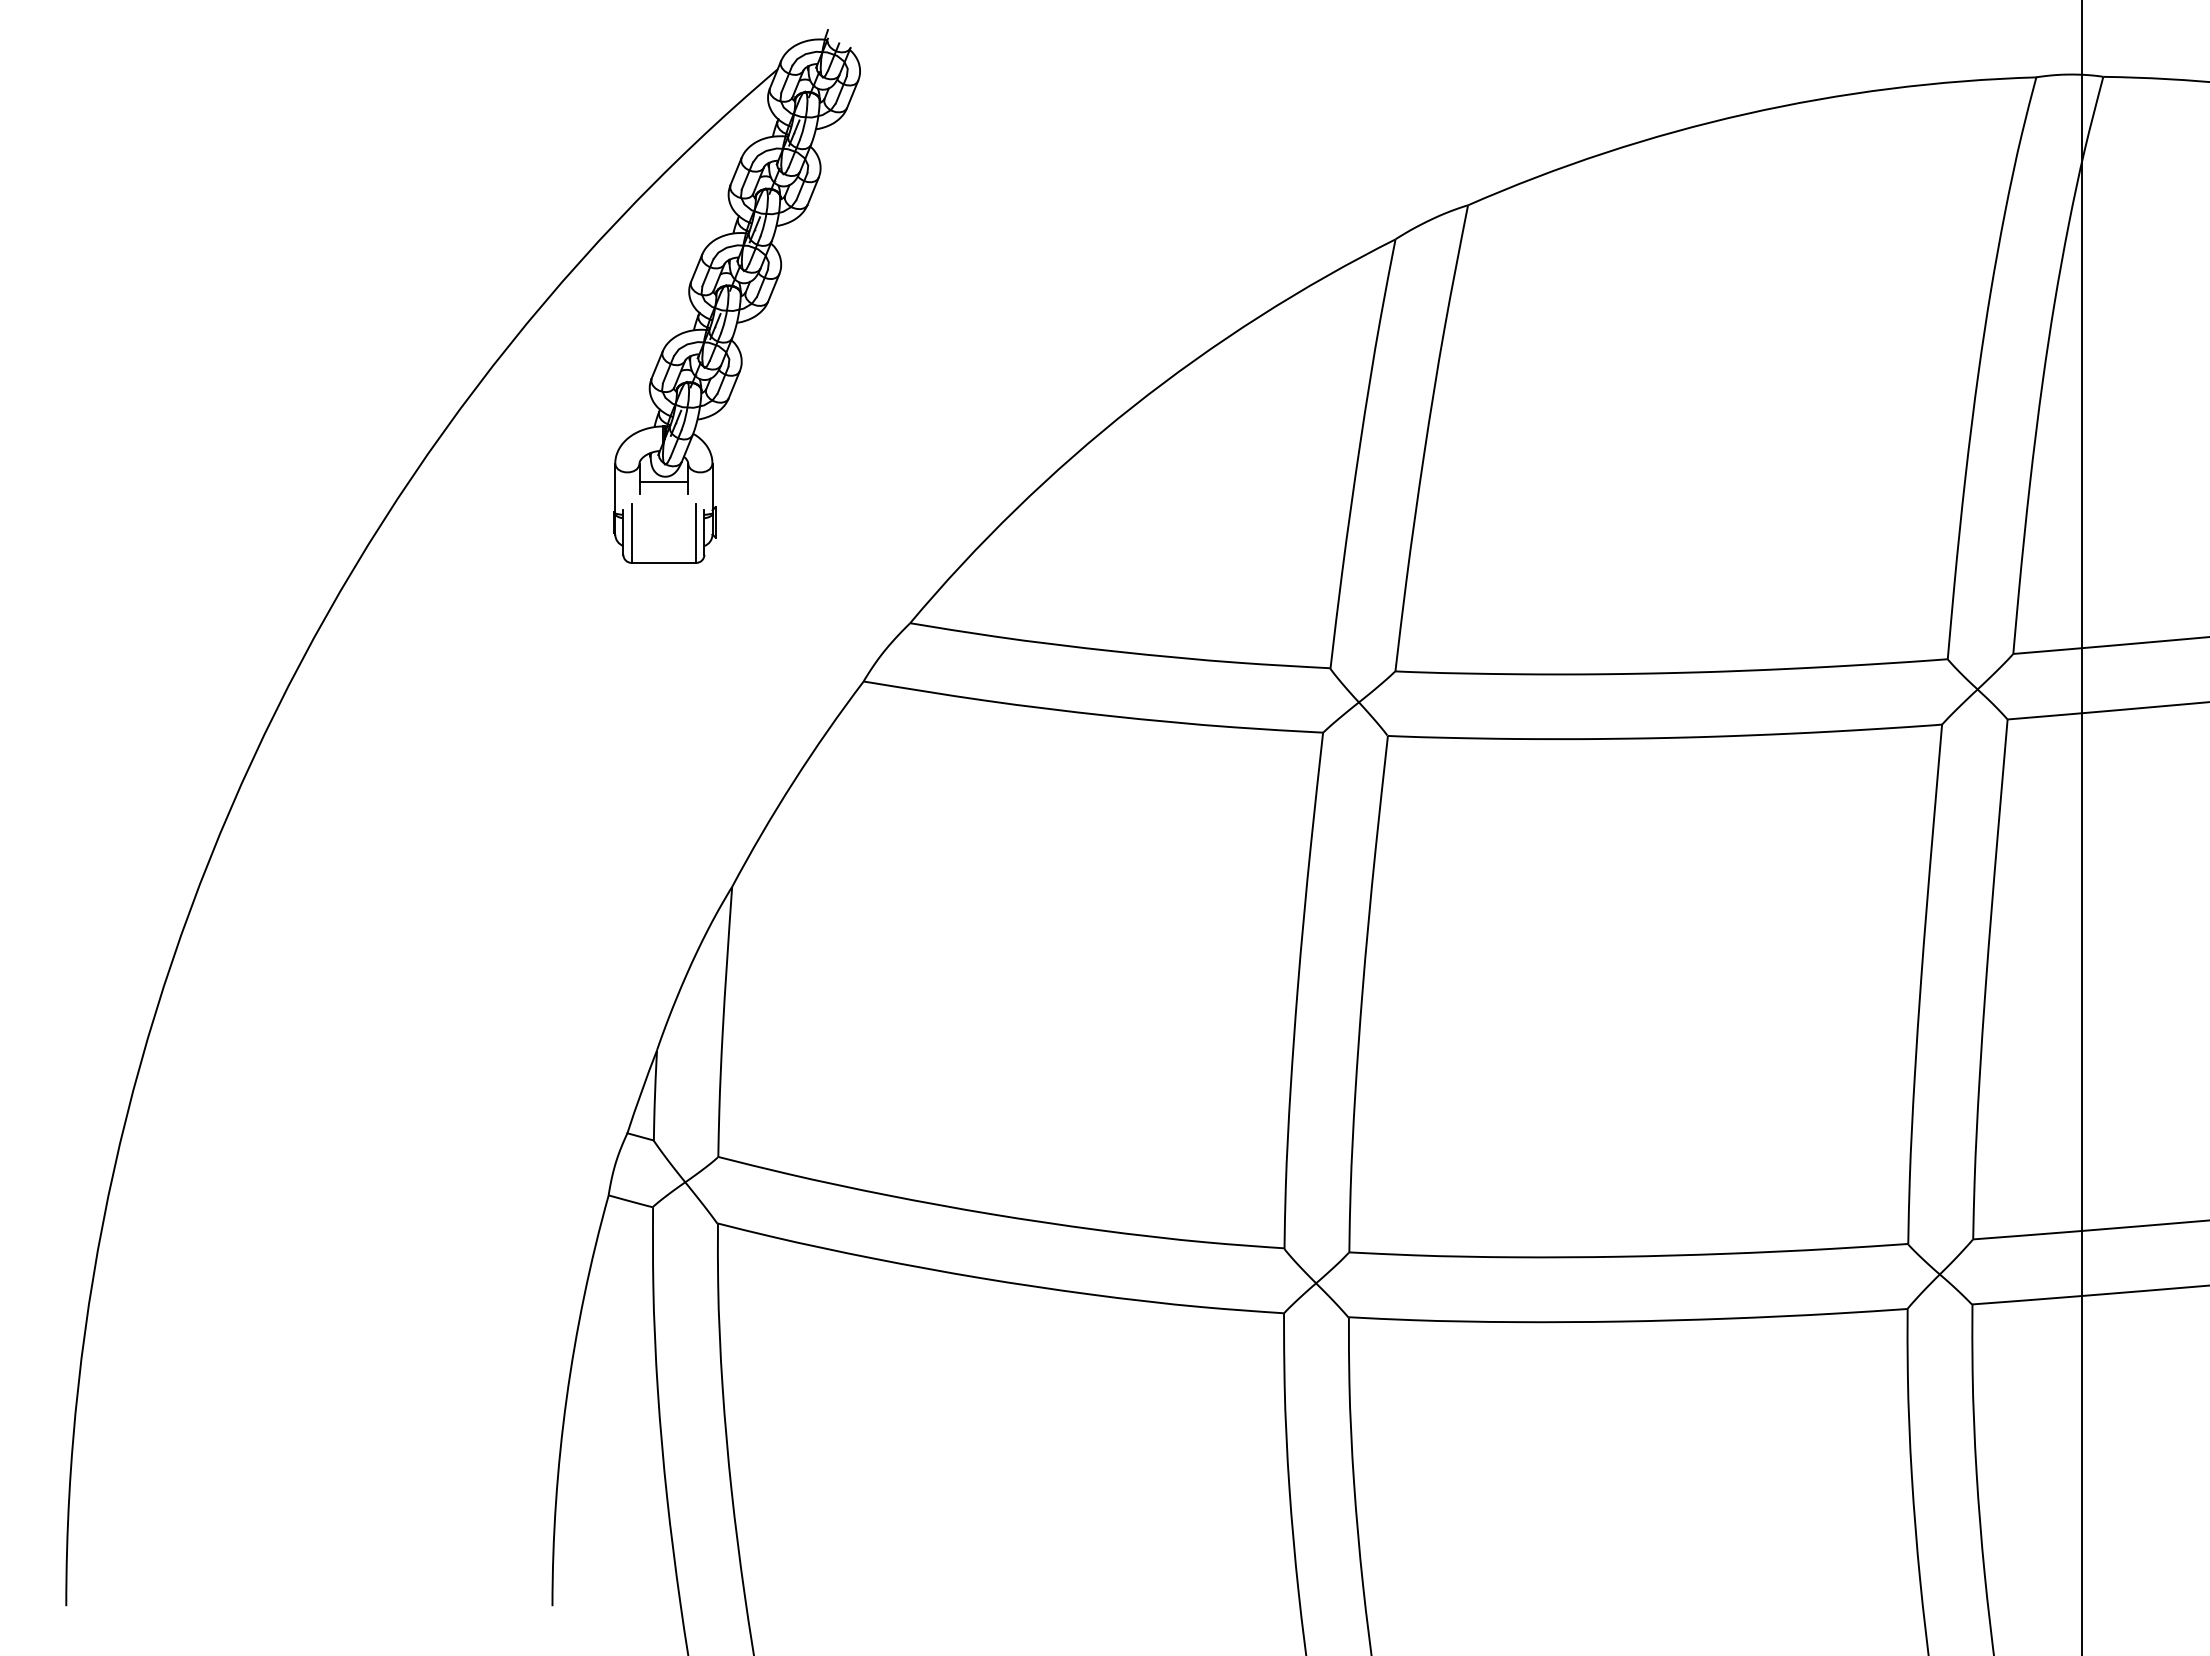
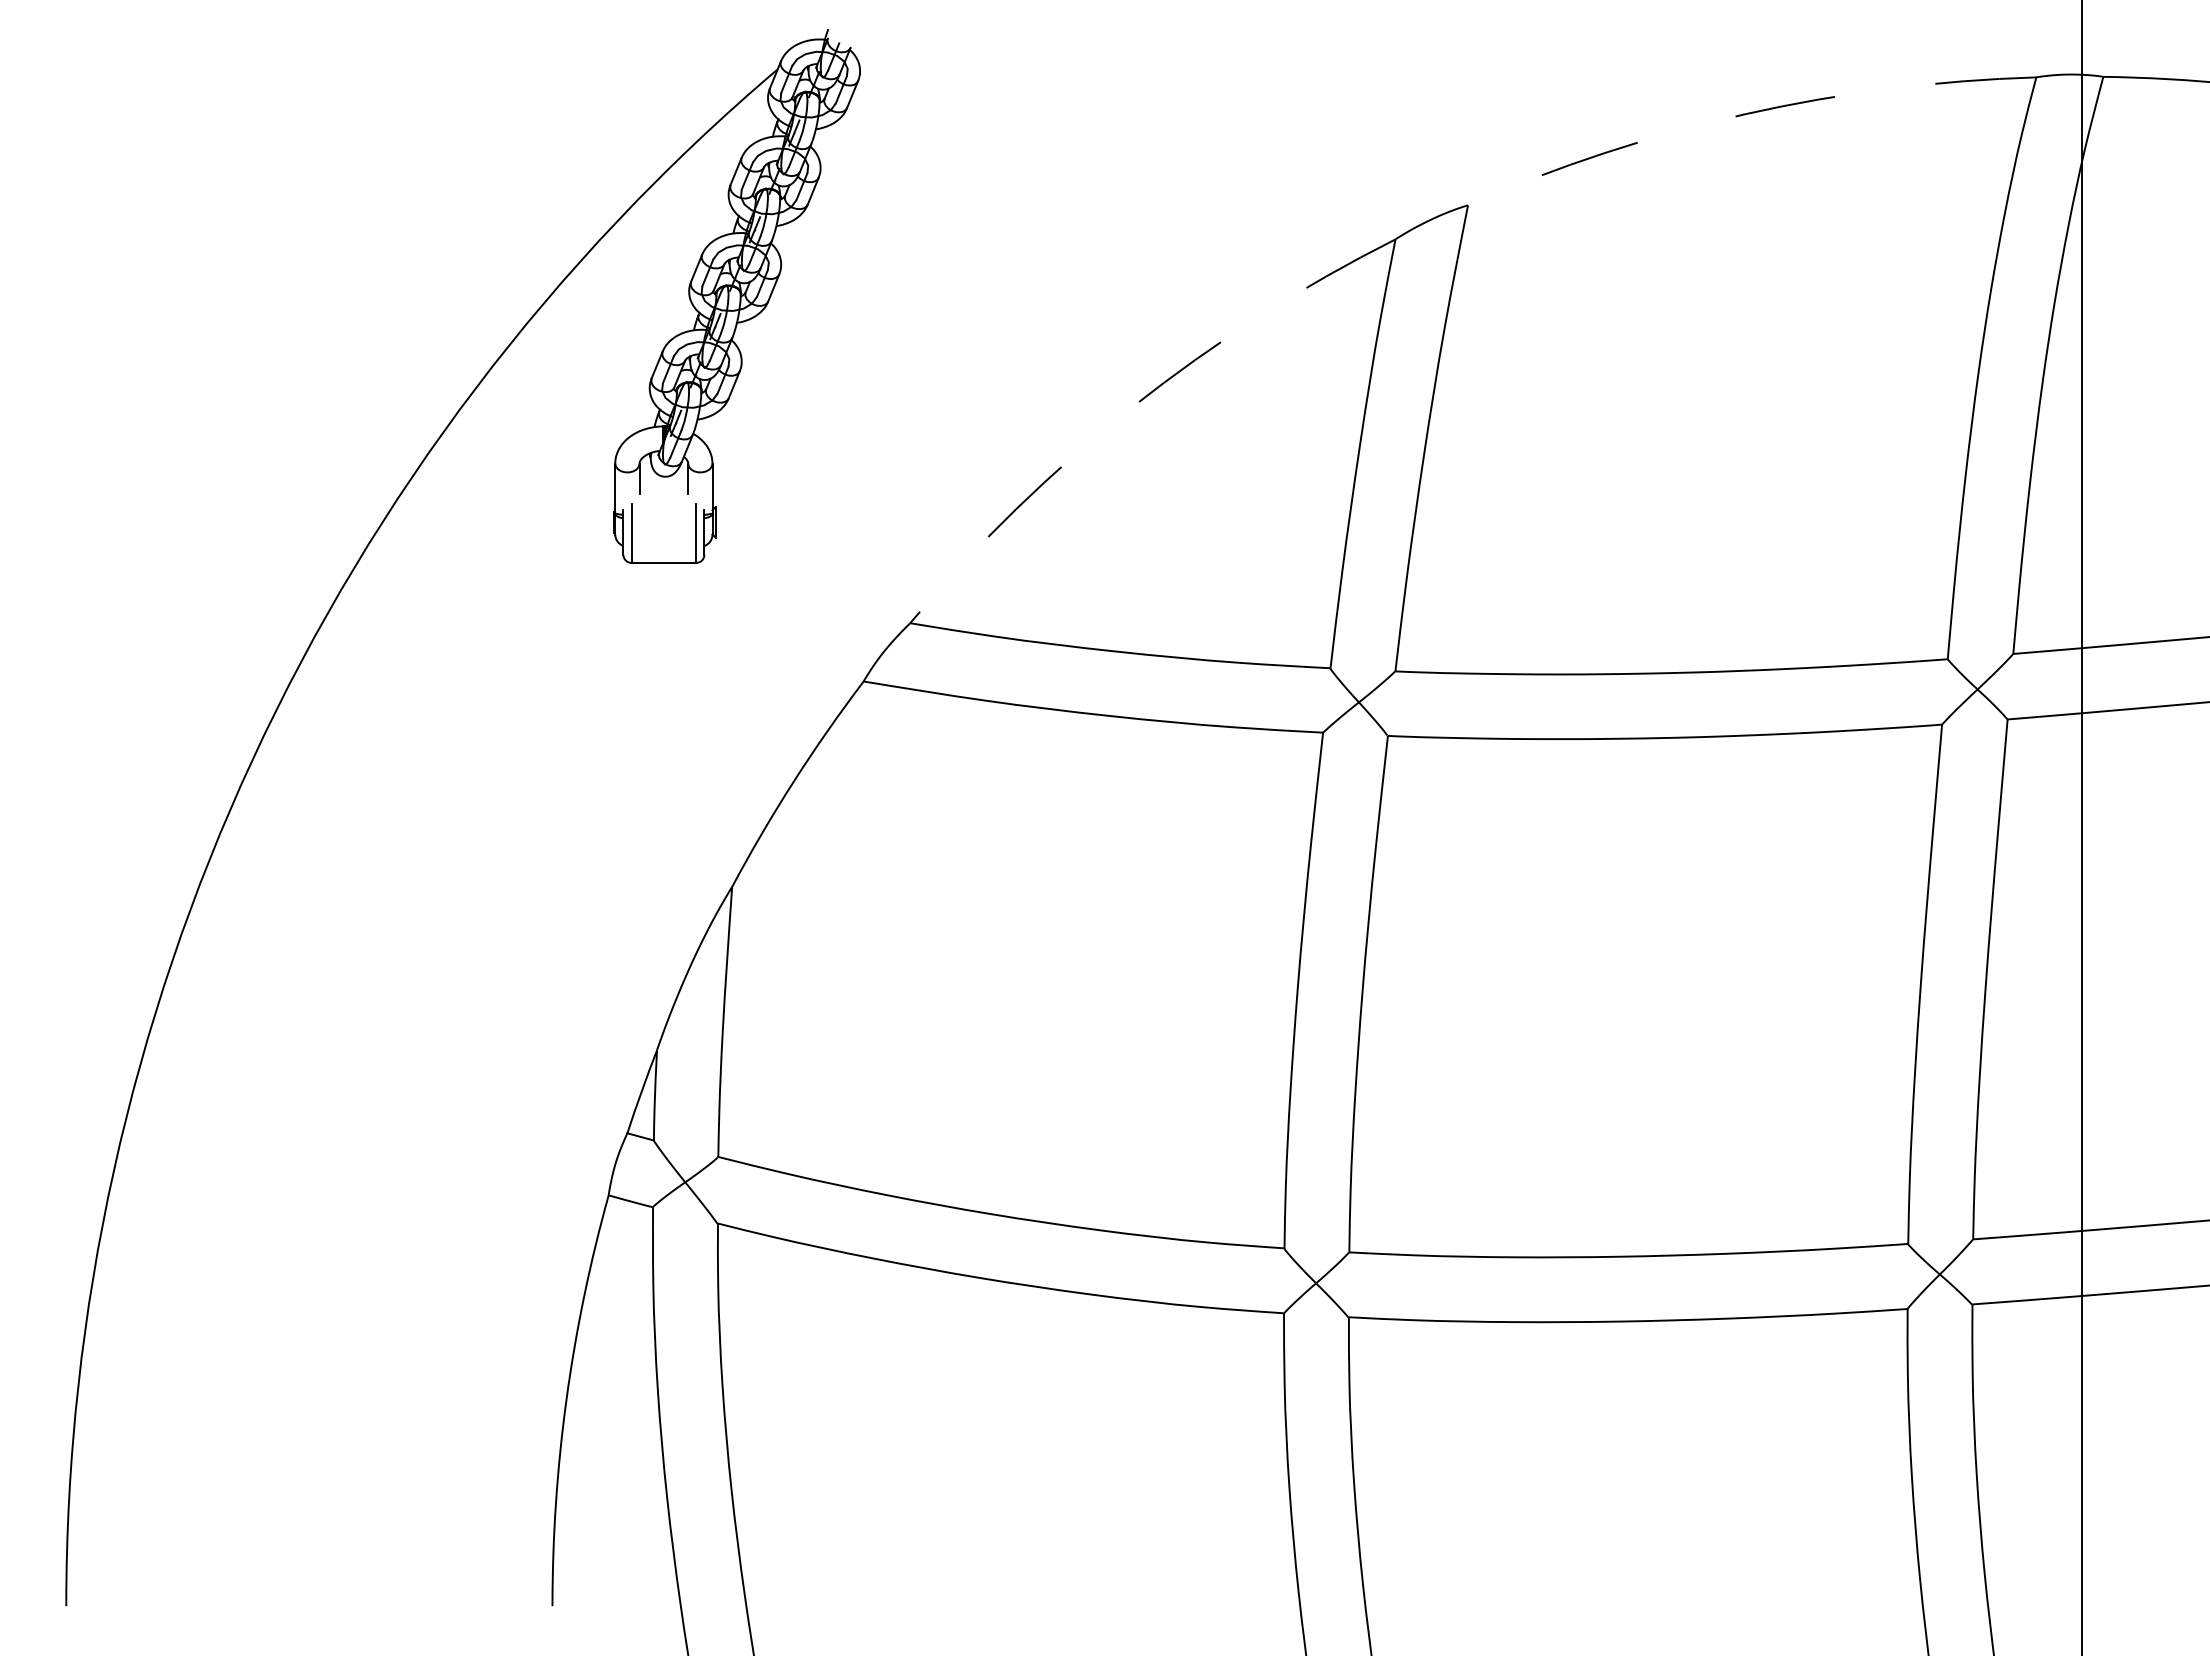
arc at (1746, 114): solid -> dashed
arc at (1132, 406): solid -> dashed
line at (663, 481): present -> none
